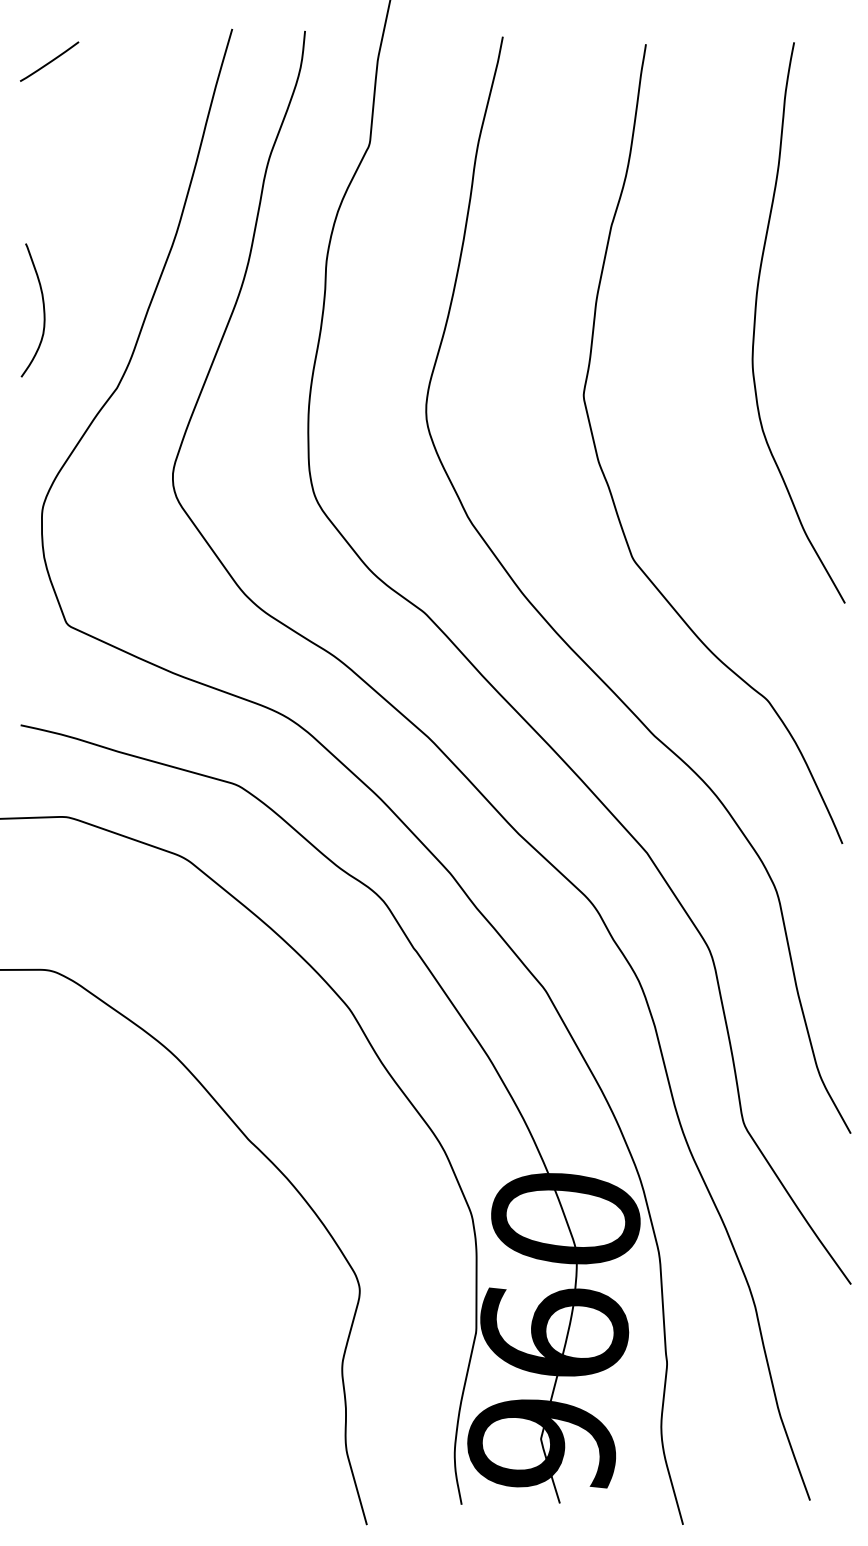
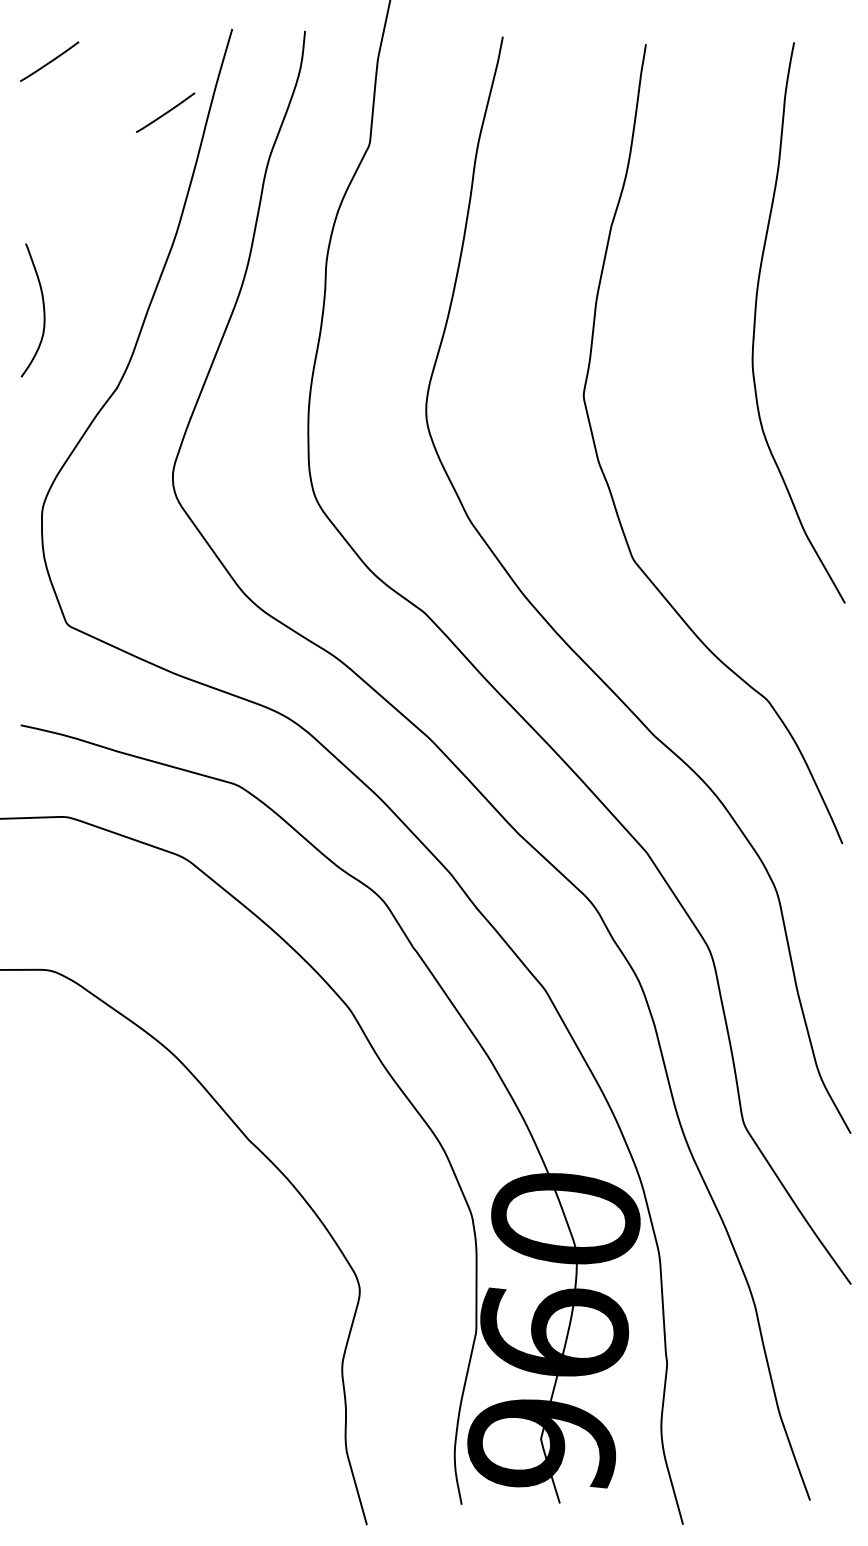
line at (165, 112): none -> present
